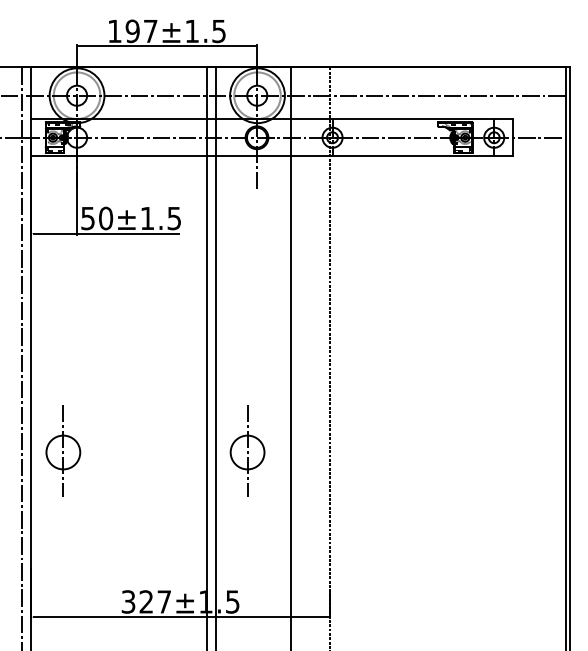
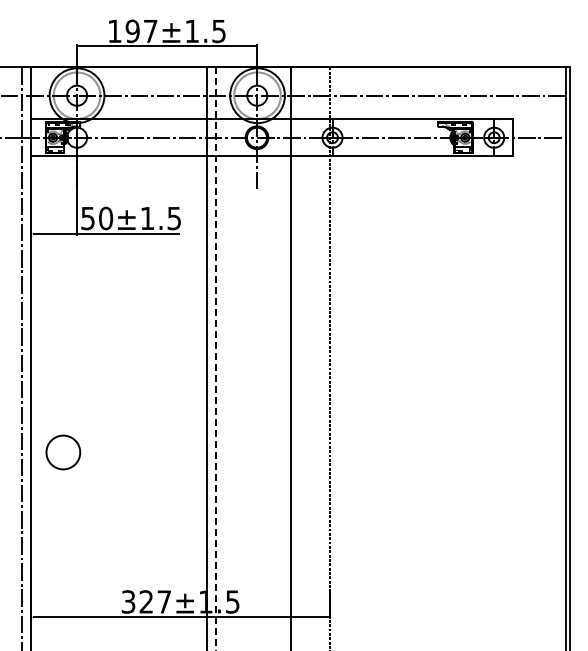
line at (215, 359): solid -> dashed
line at (63, 450): present -> none
part at (247, 450): present -> none
